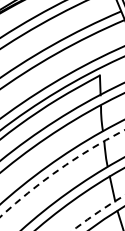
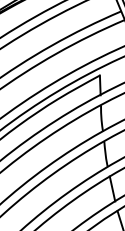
arc at (59, 169): dashed -> solid
arc at (98, 212): dashed -> solid
